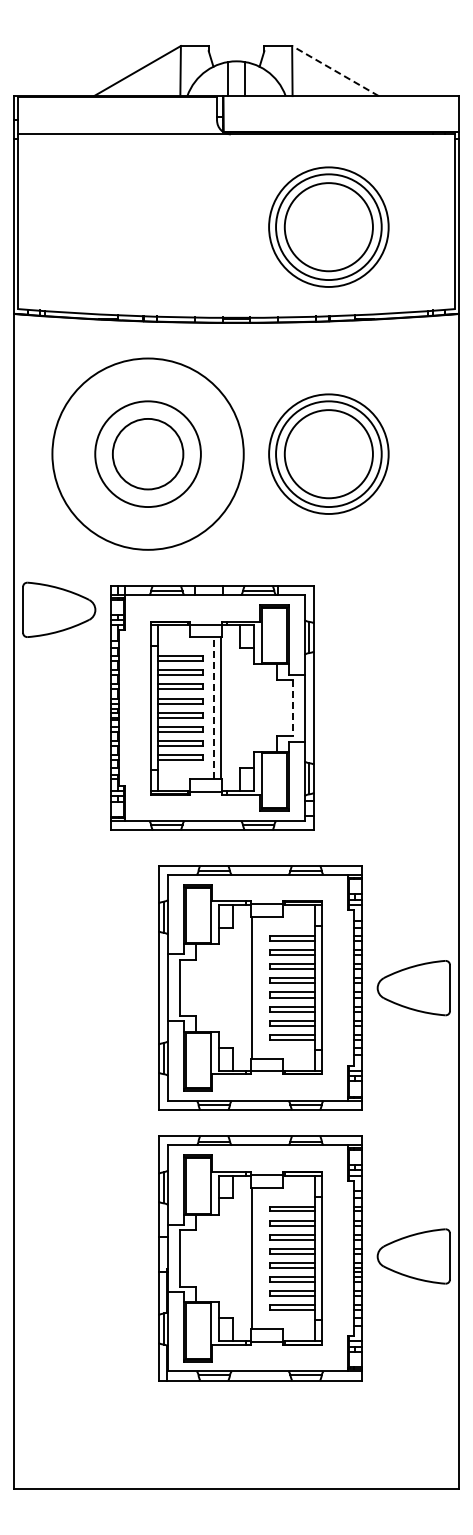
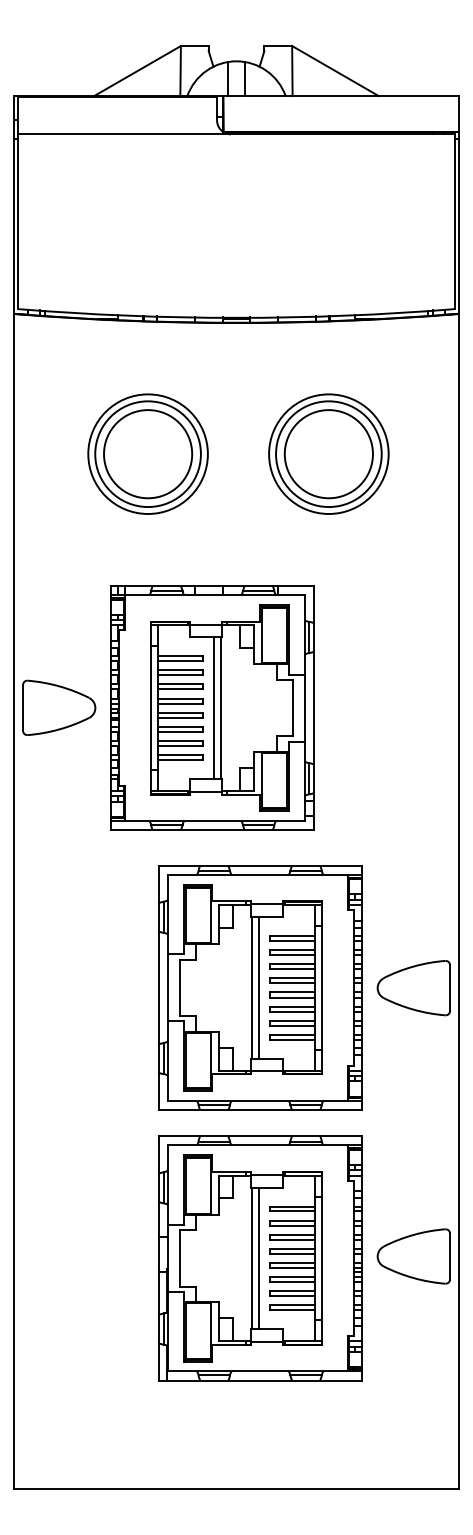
line at (335, 70): dashed -> solid
part at (328, 226): present -> none
circle at (147, 453) diameter: 191 px -> 120 px
circle at (147, 453) diameter: 71 px -> 88 px
part at (59, 609) position: (59, 609) -> (59, 707)
line at (213, 708): dashed -> solid
line at (292, 708): dashed -> solid
line at (259, 987): none -> present
line at (259, 1258): none -> present
